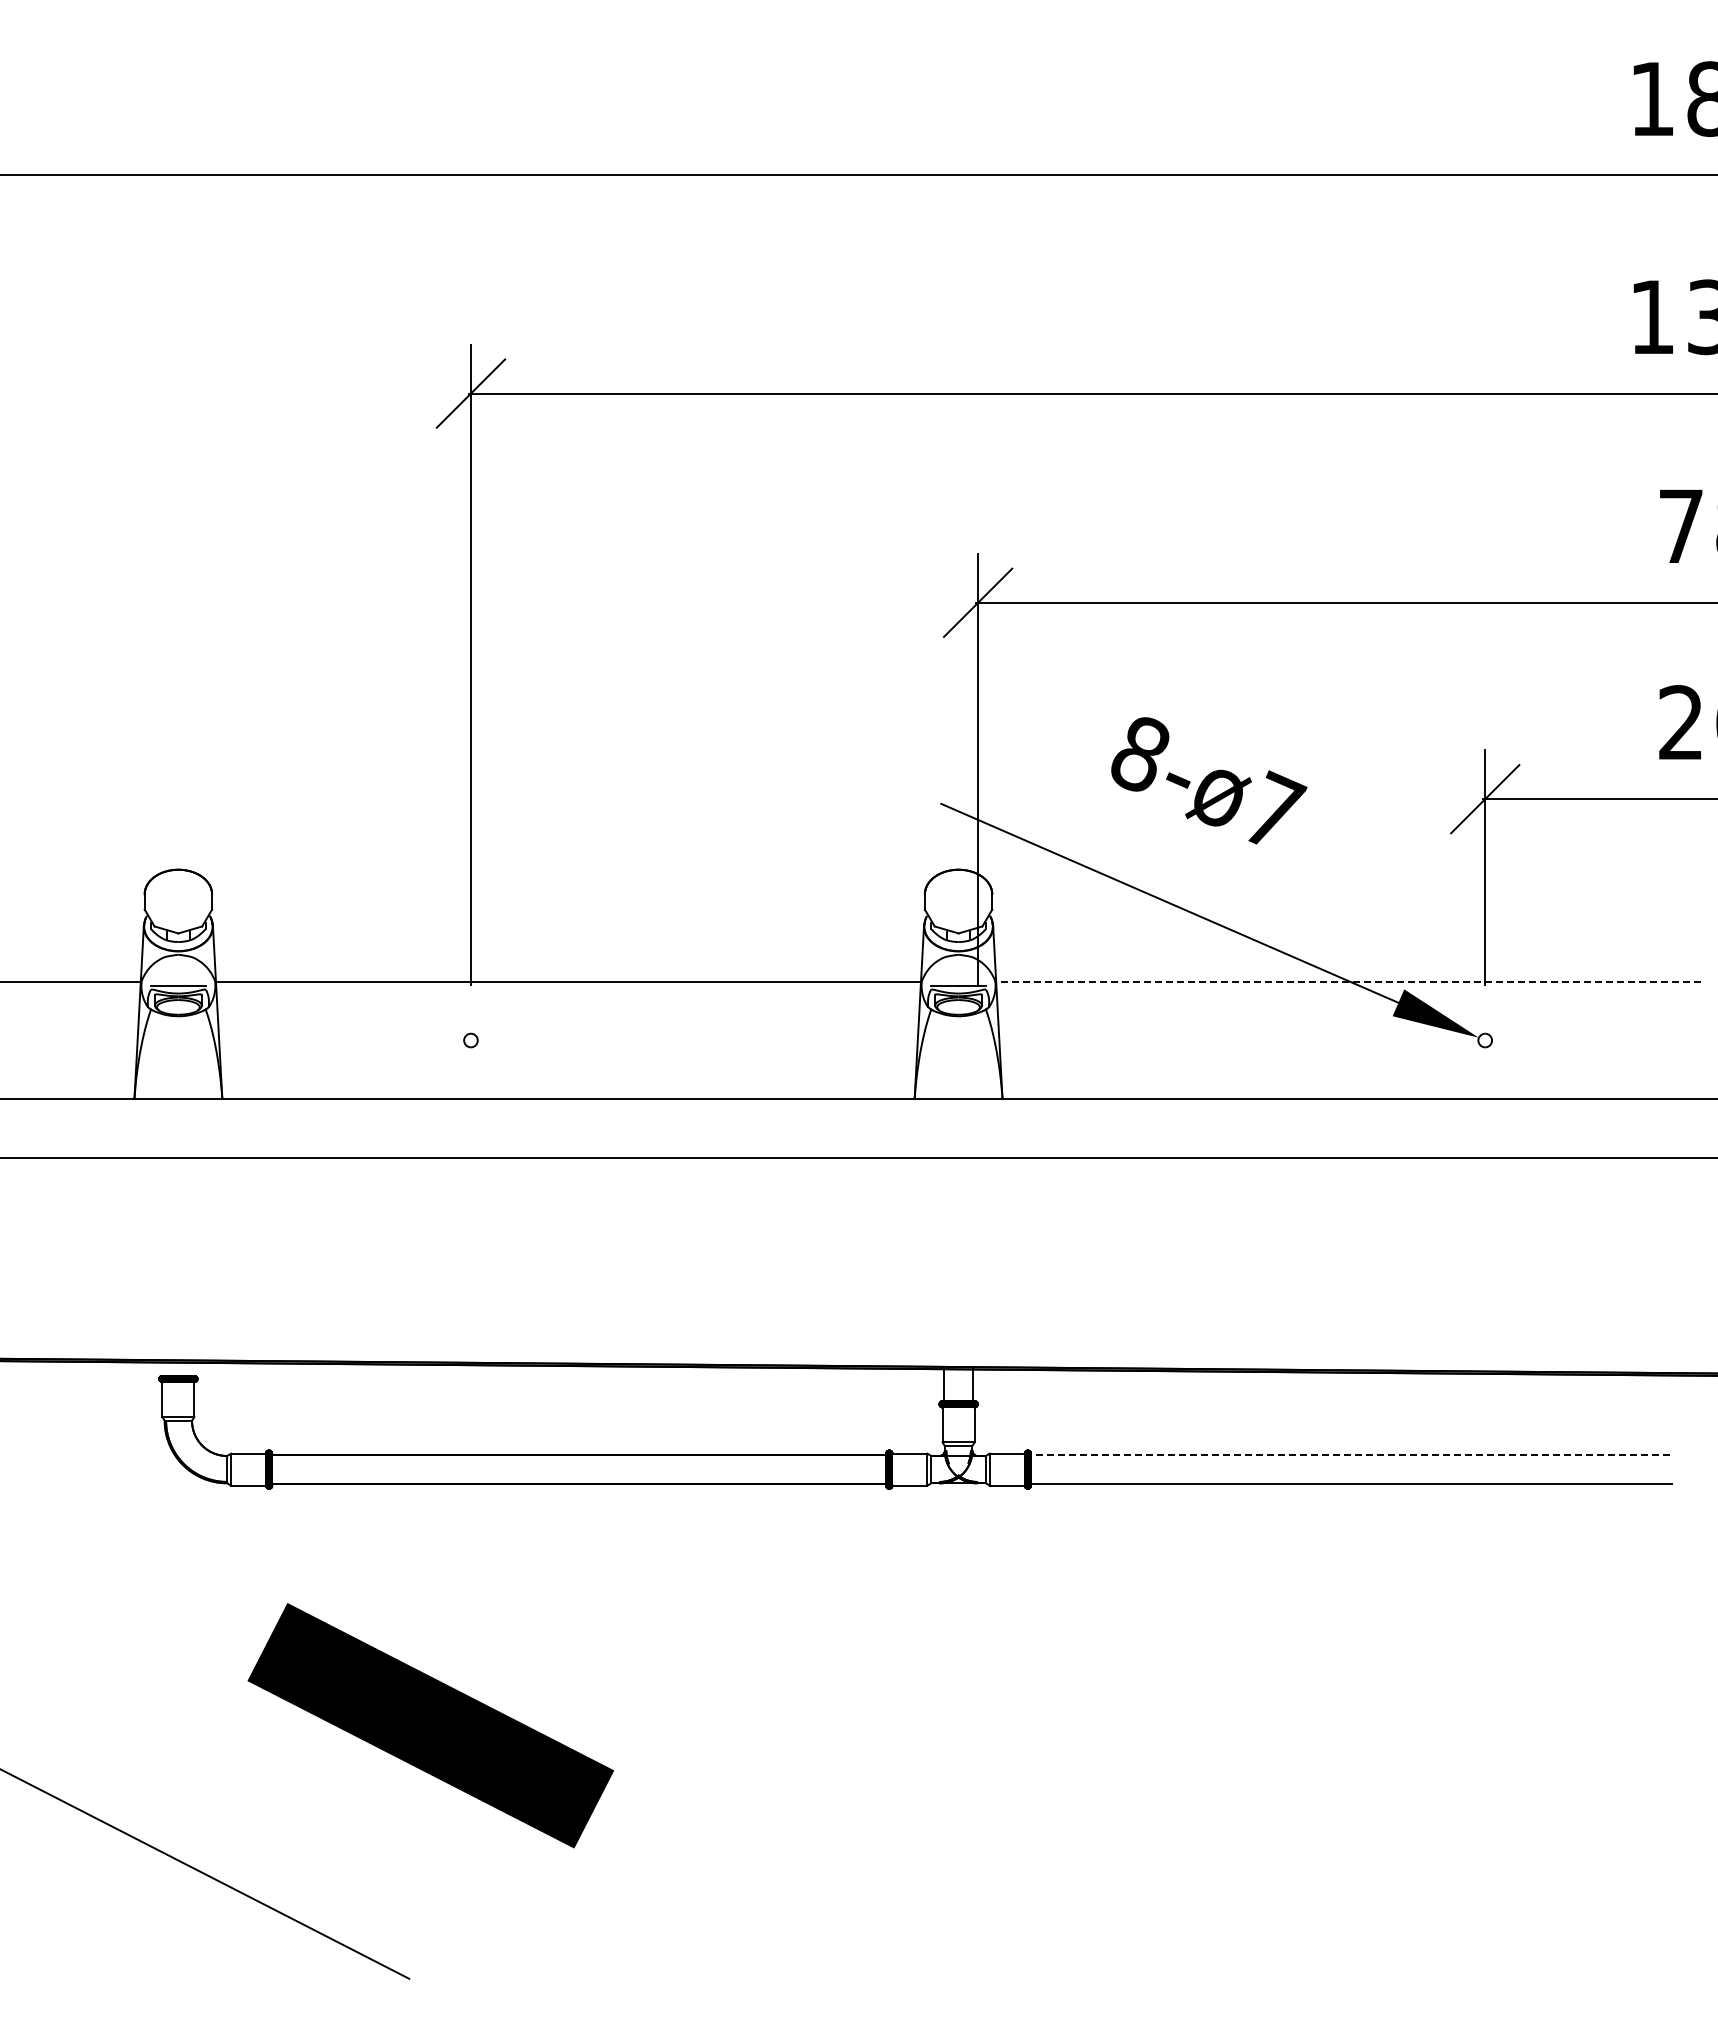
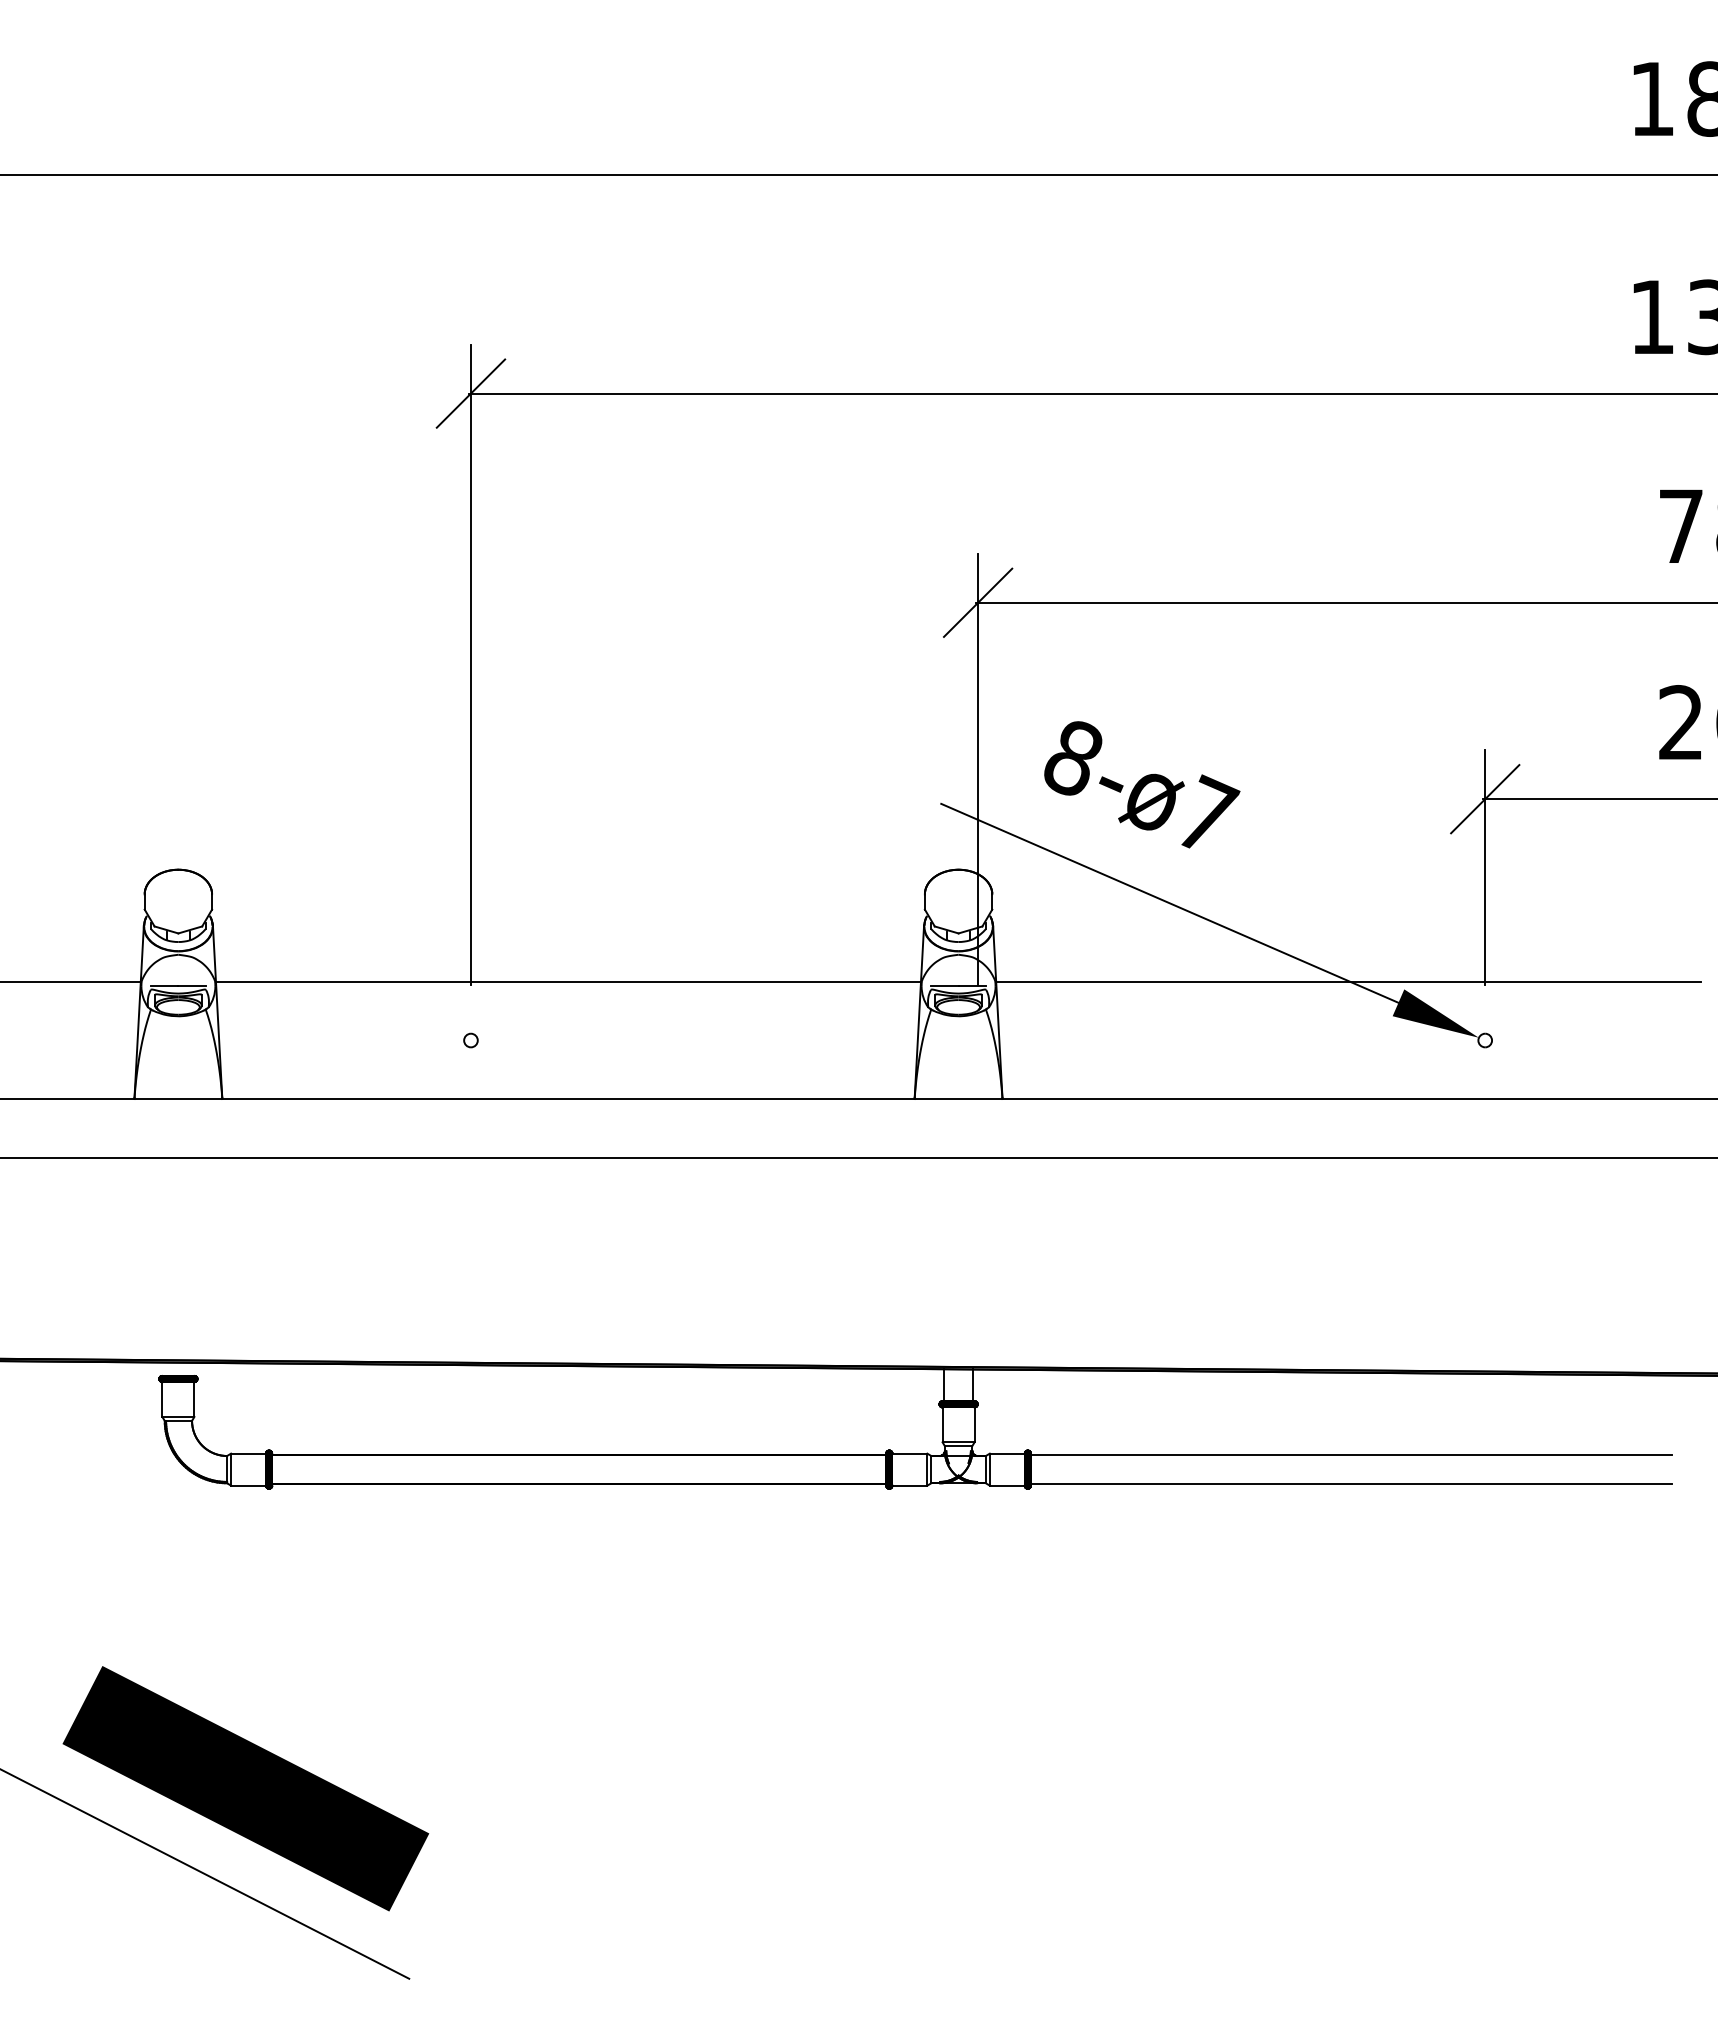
text at (1209, 780) position: (1209, 780) -> (1142, 784)
line at (1348, 982): dashed -> solid
line at (1348, 1455): dashed -> solid
text at (430, 1725) position: (430, 1725) -> (245, 1788)
